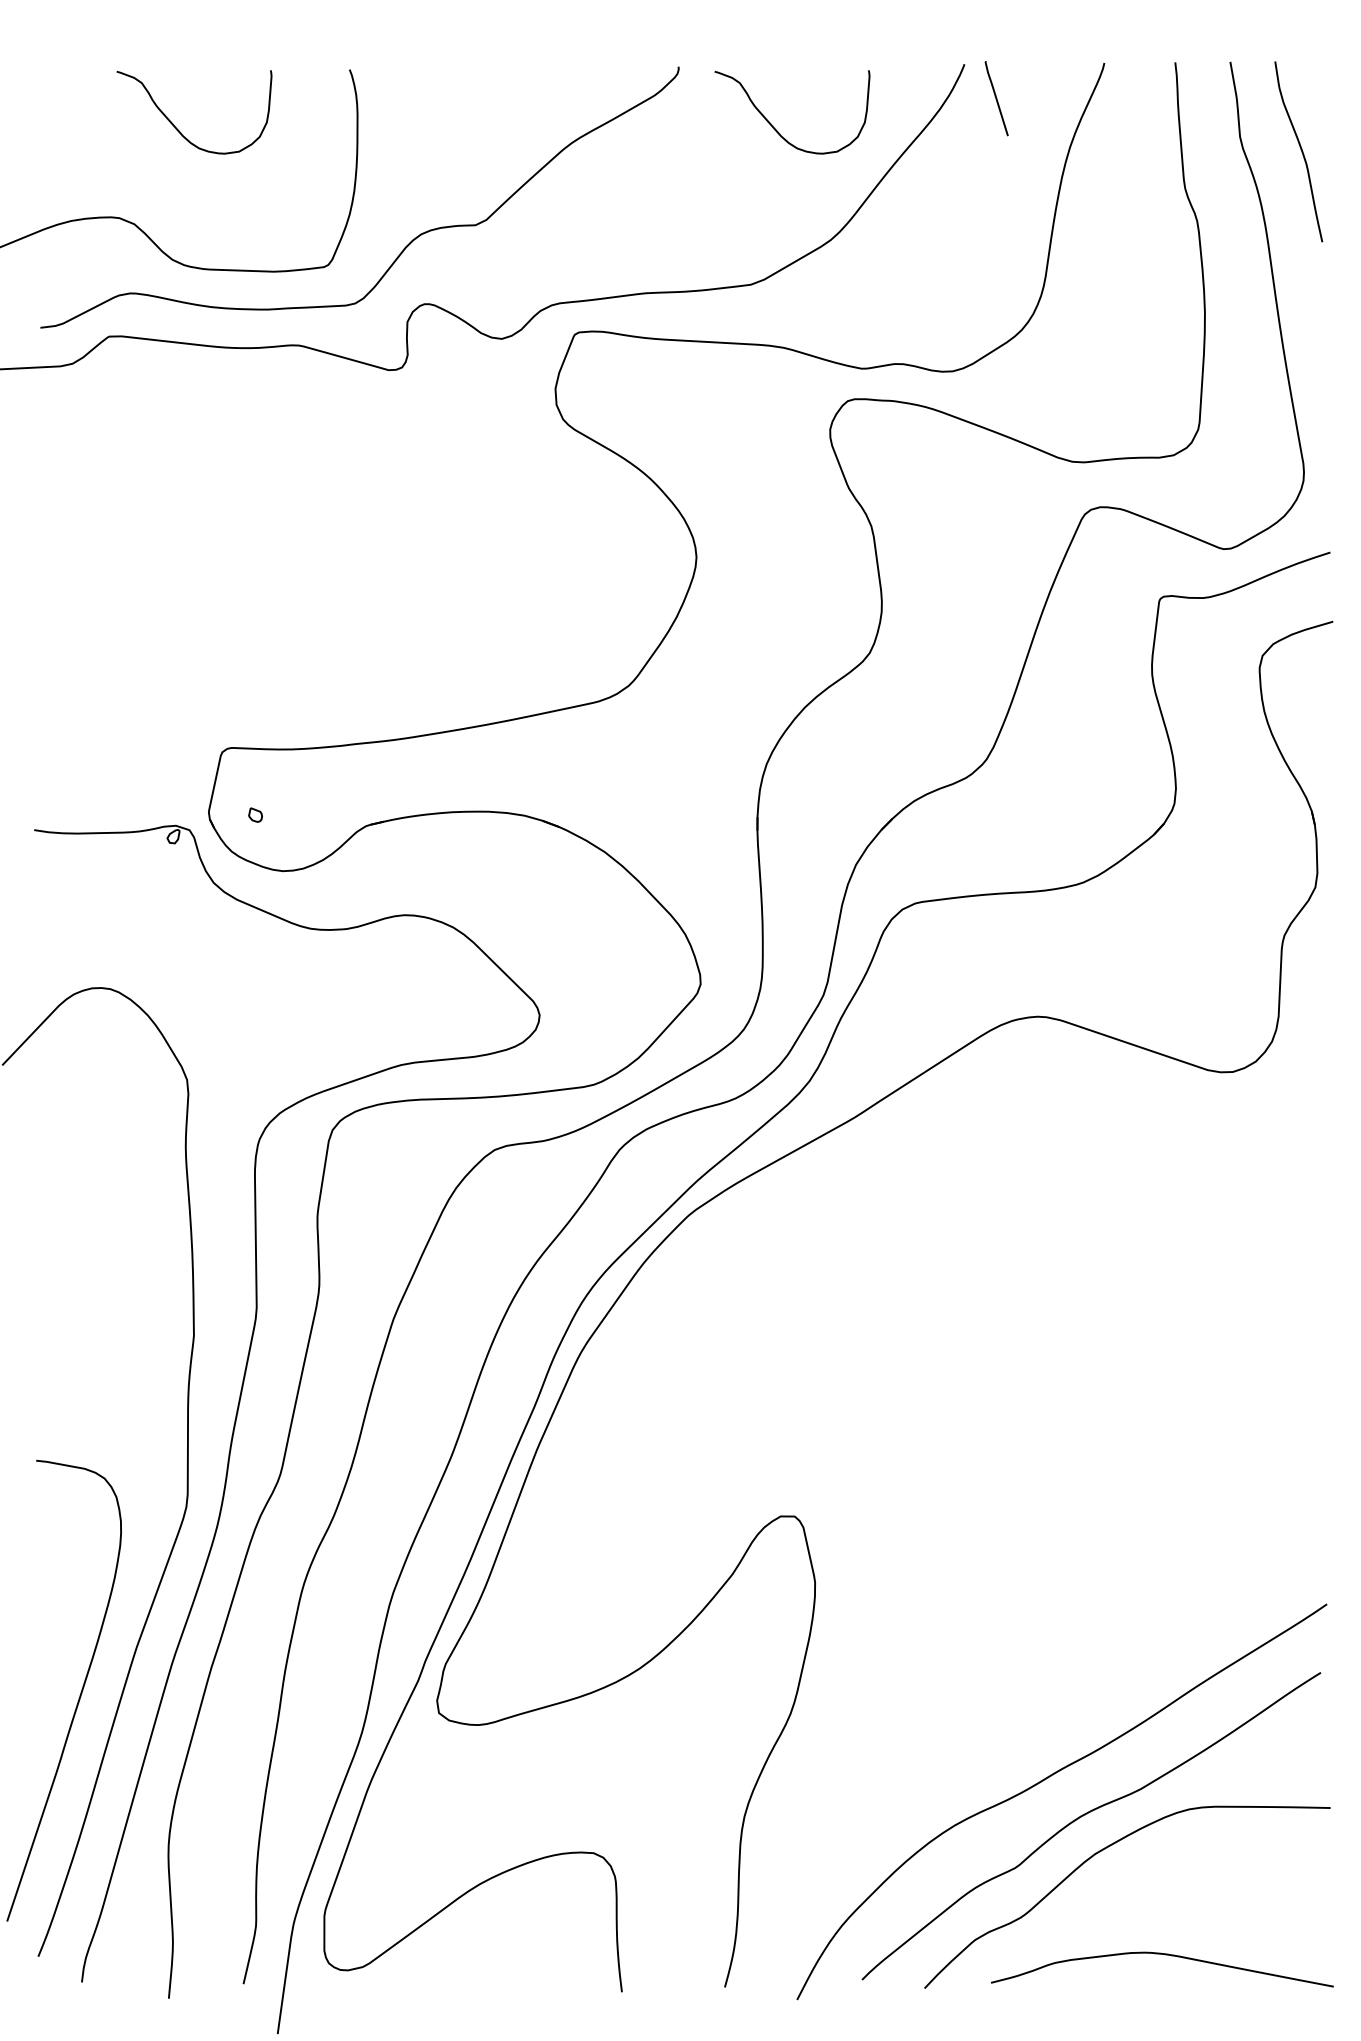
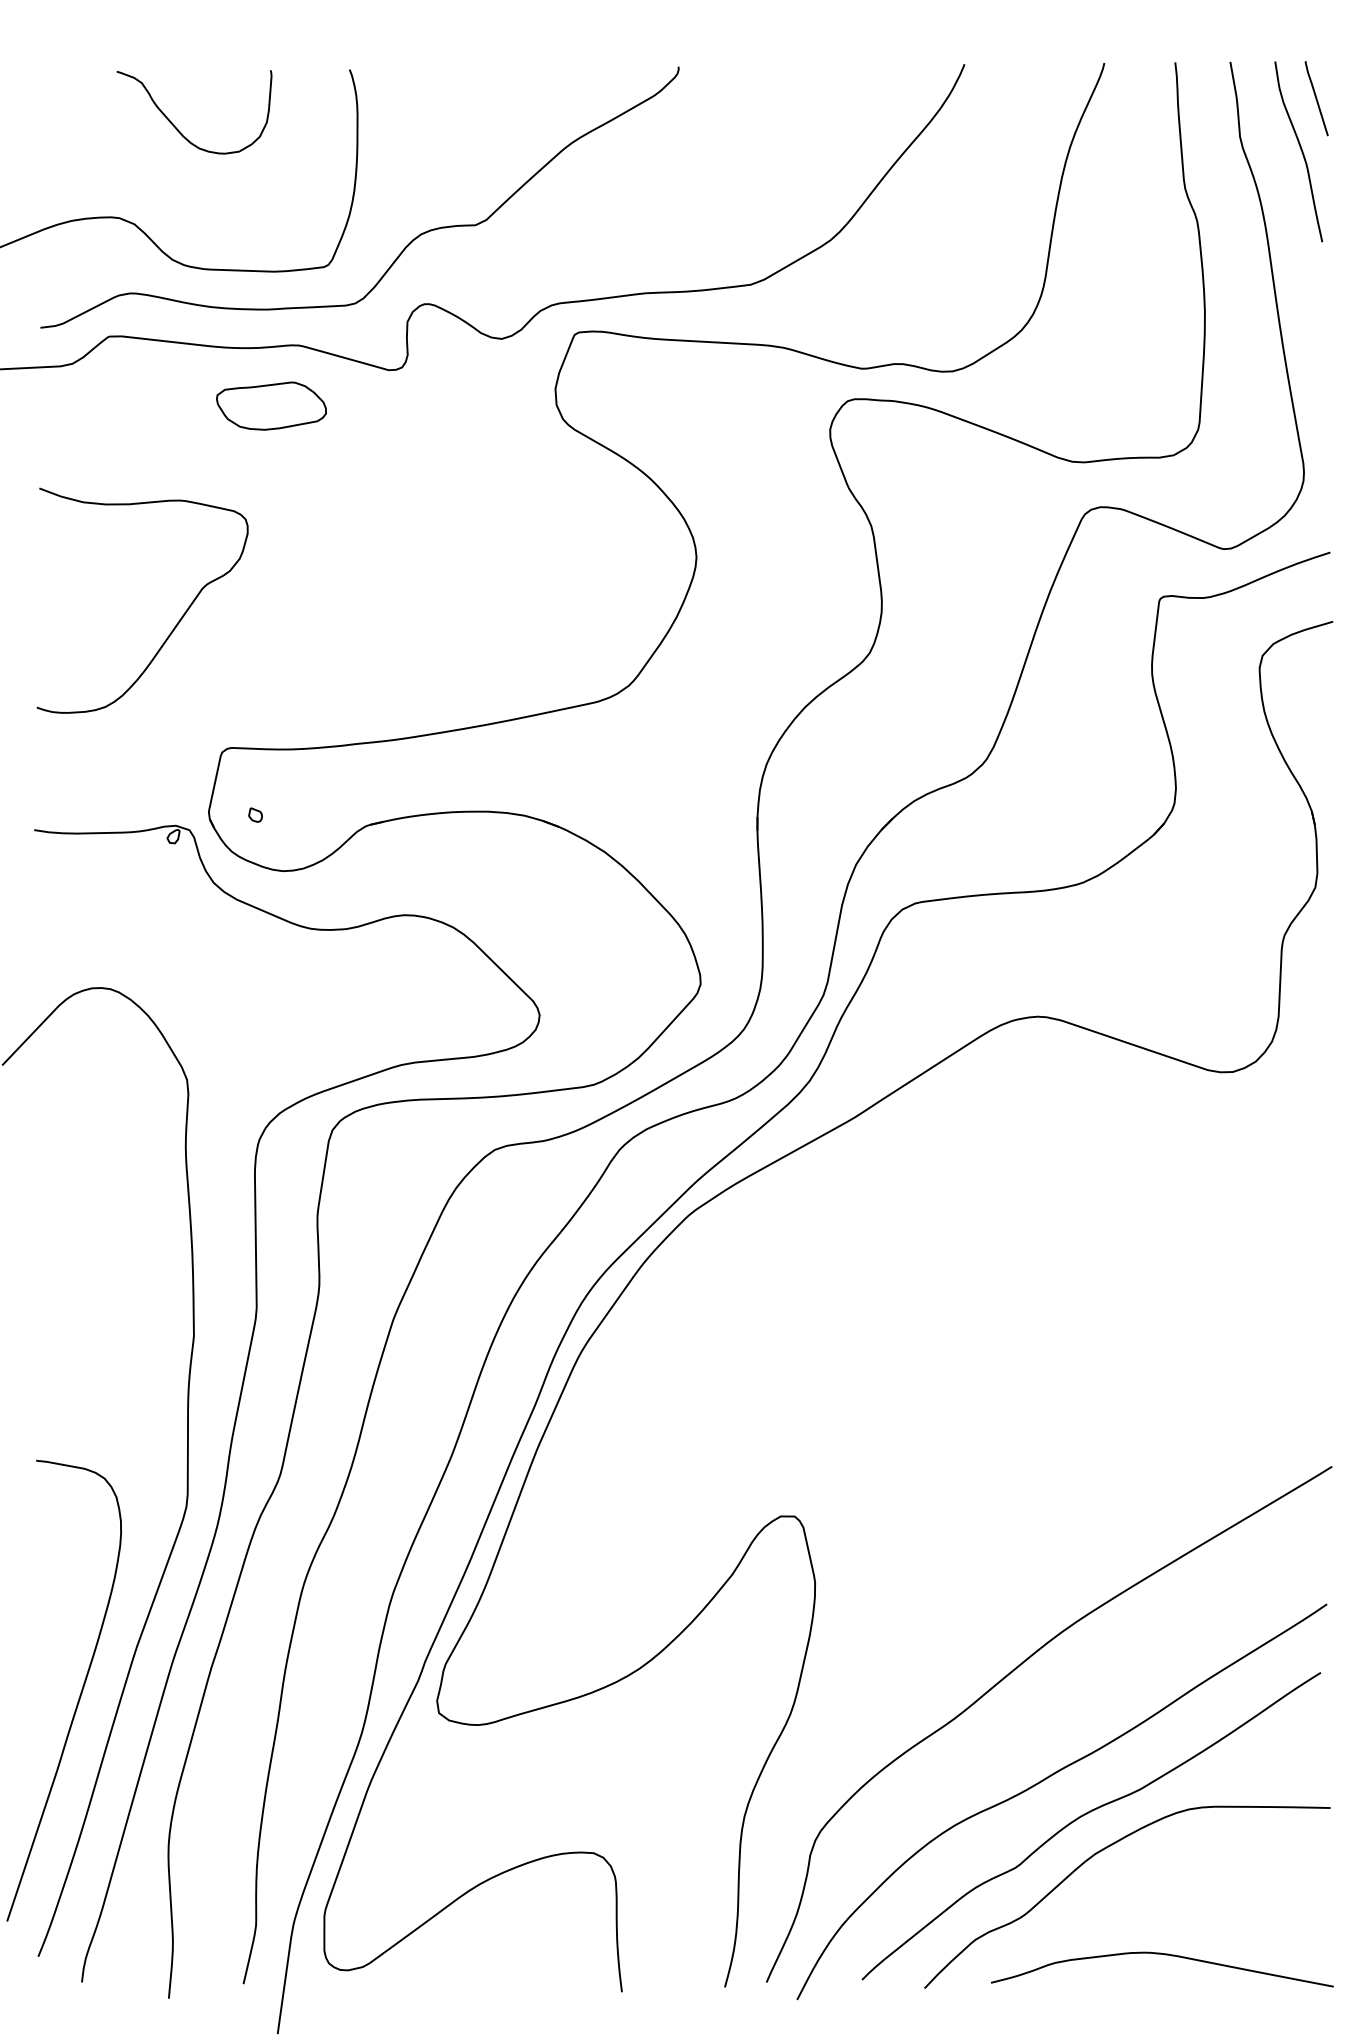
line at (996, 98) position: (996, 98) -> (1316, 98)
curve at (772, 124): present -> none
part at (271, 405): none -> present
curve at (174, 626): none -> present
curve at (1010, 1674): none -> present
